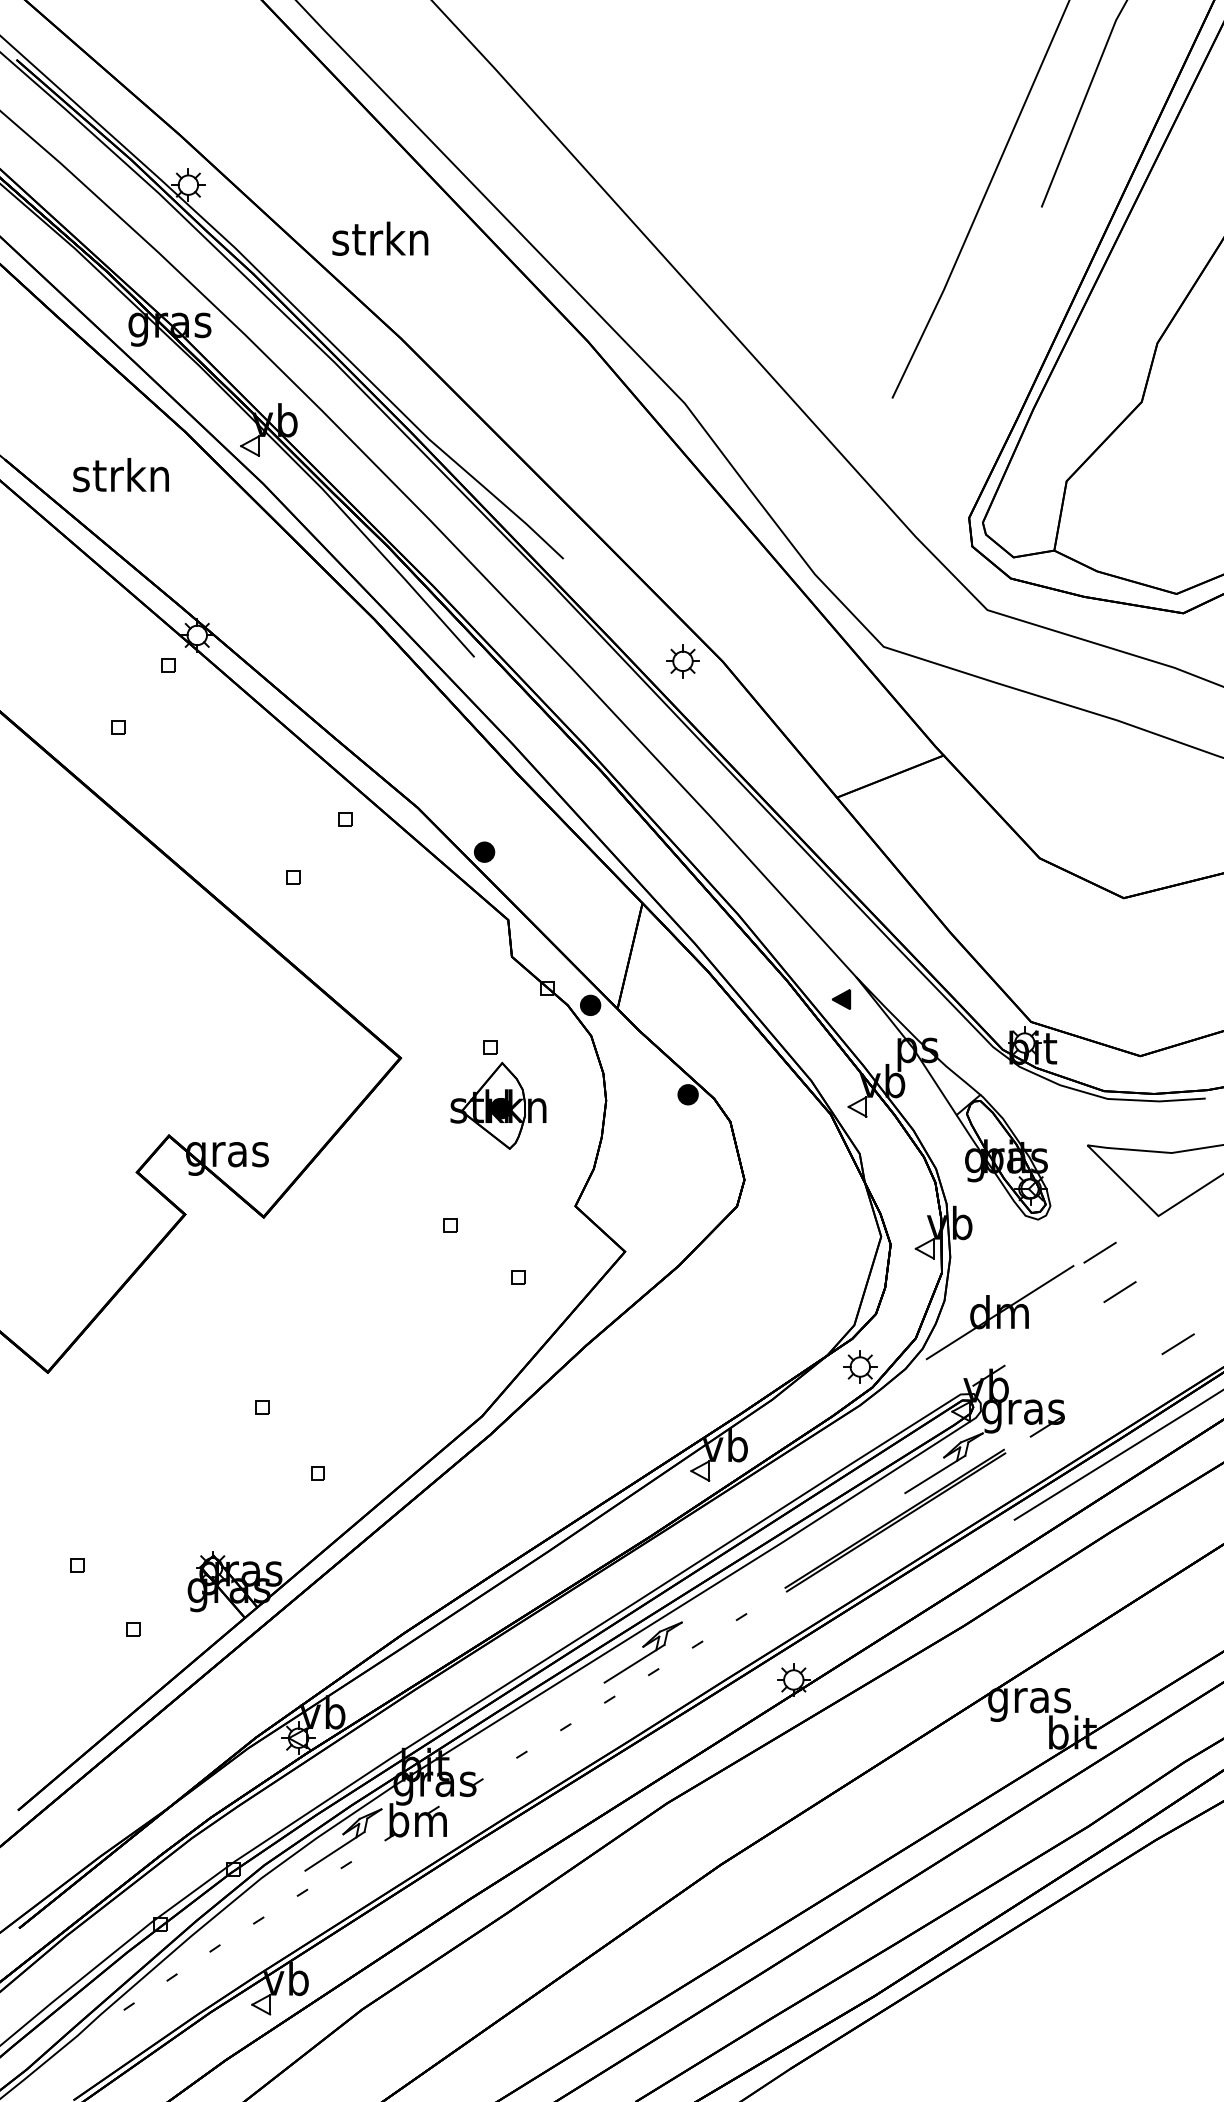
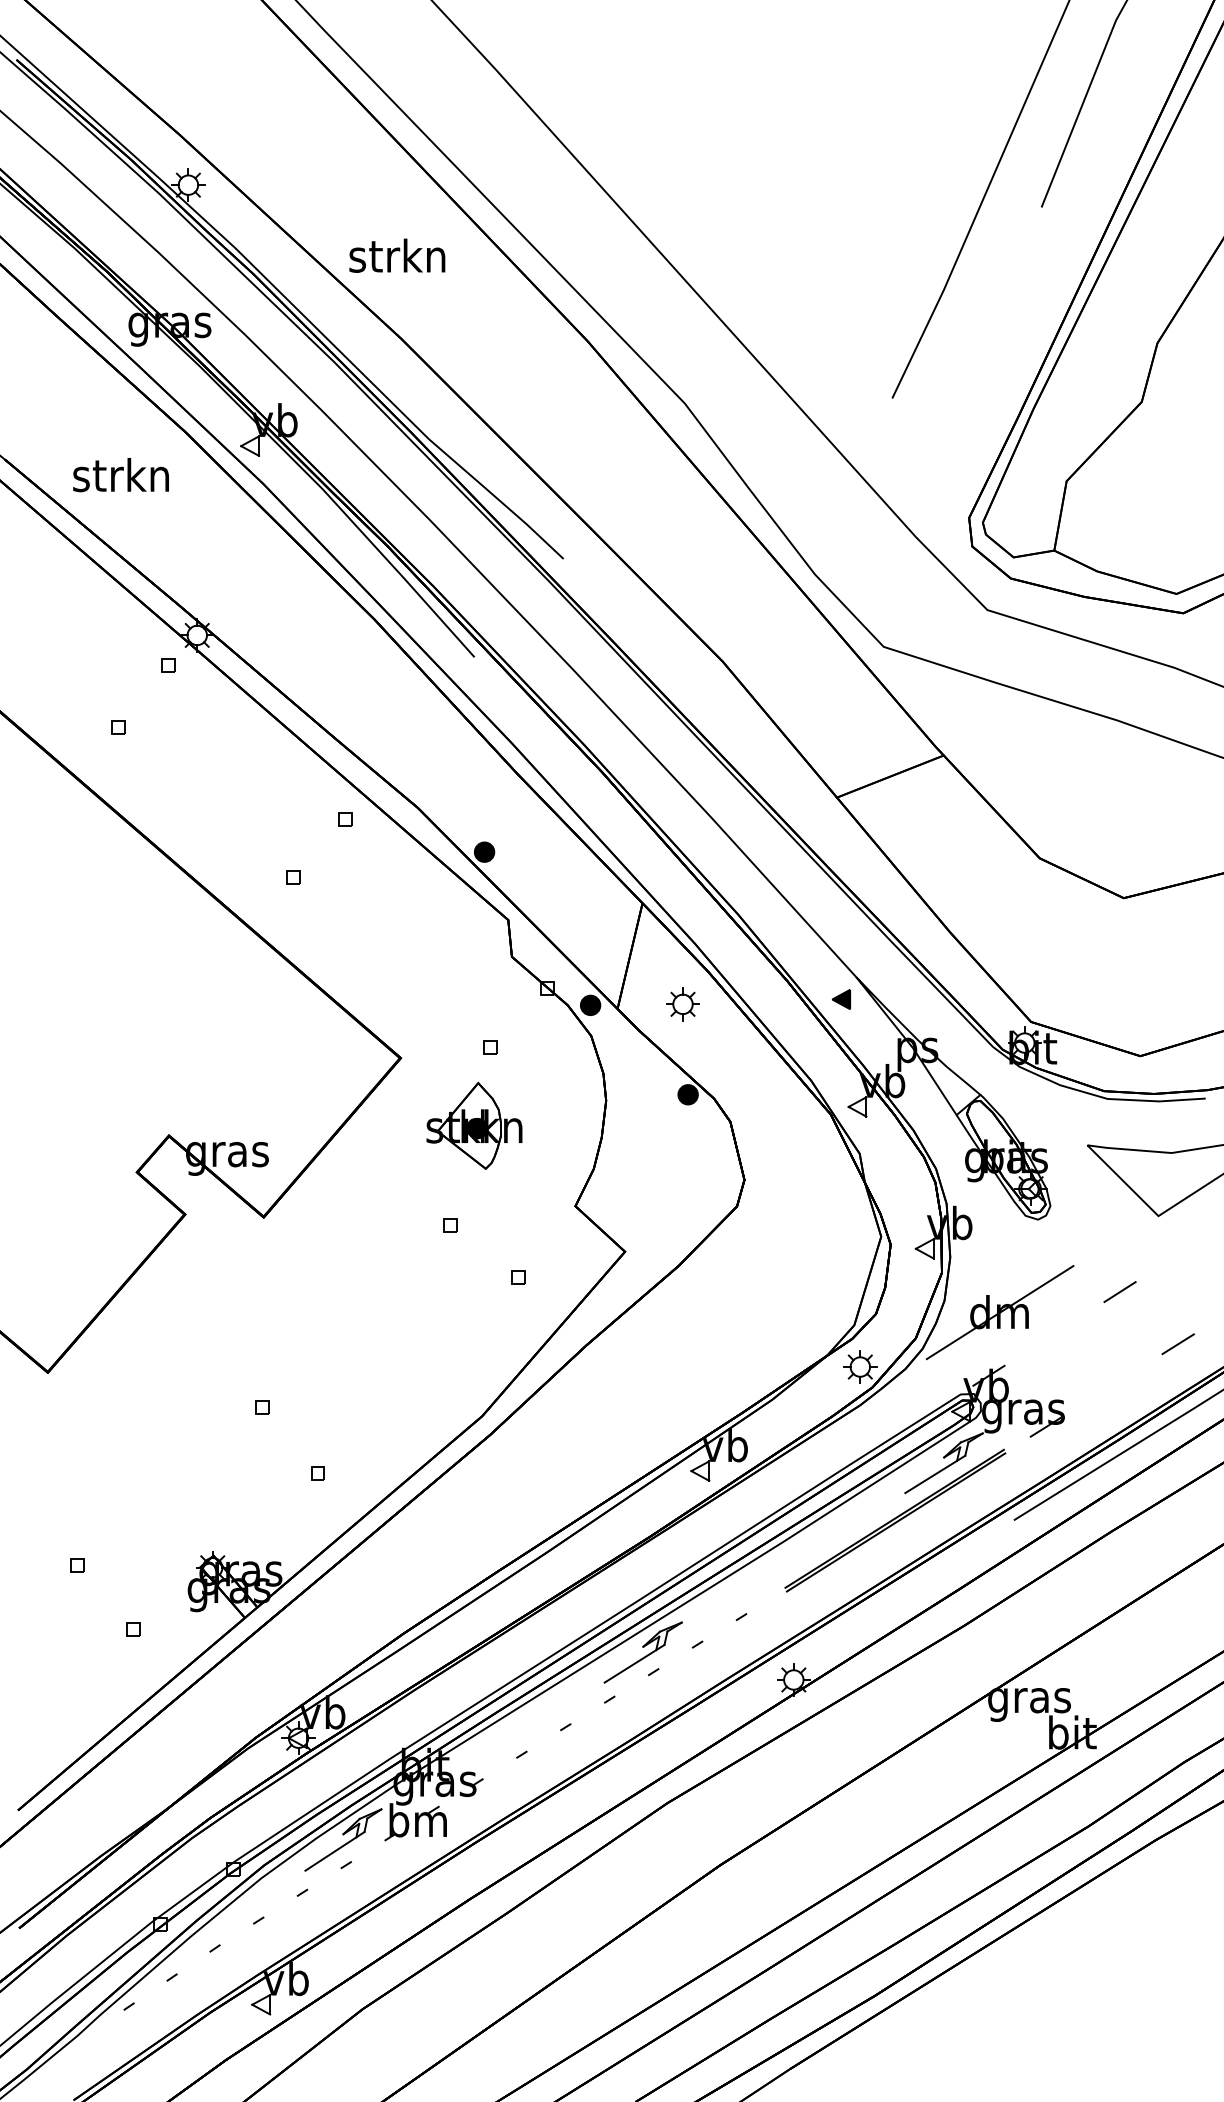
text at (380, 238) position: (380, 238) -> (397, 255)
part at (682, 661) position: (682, 661) -> (682, 1004)
part at (498, 1105) position: (498, 1105) -> (474, 1125)
line at (1099, 1252): present -> none
